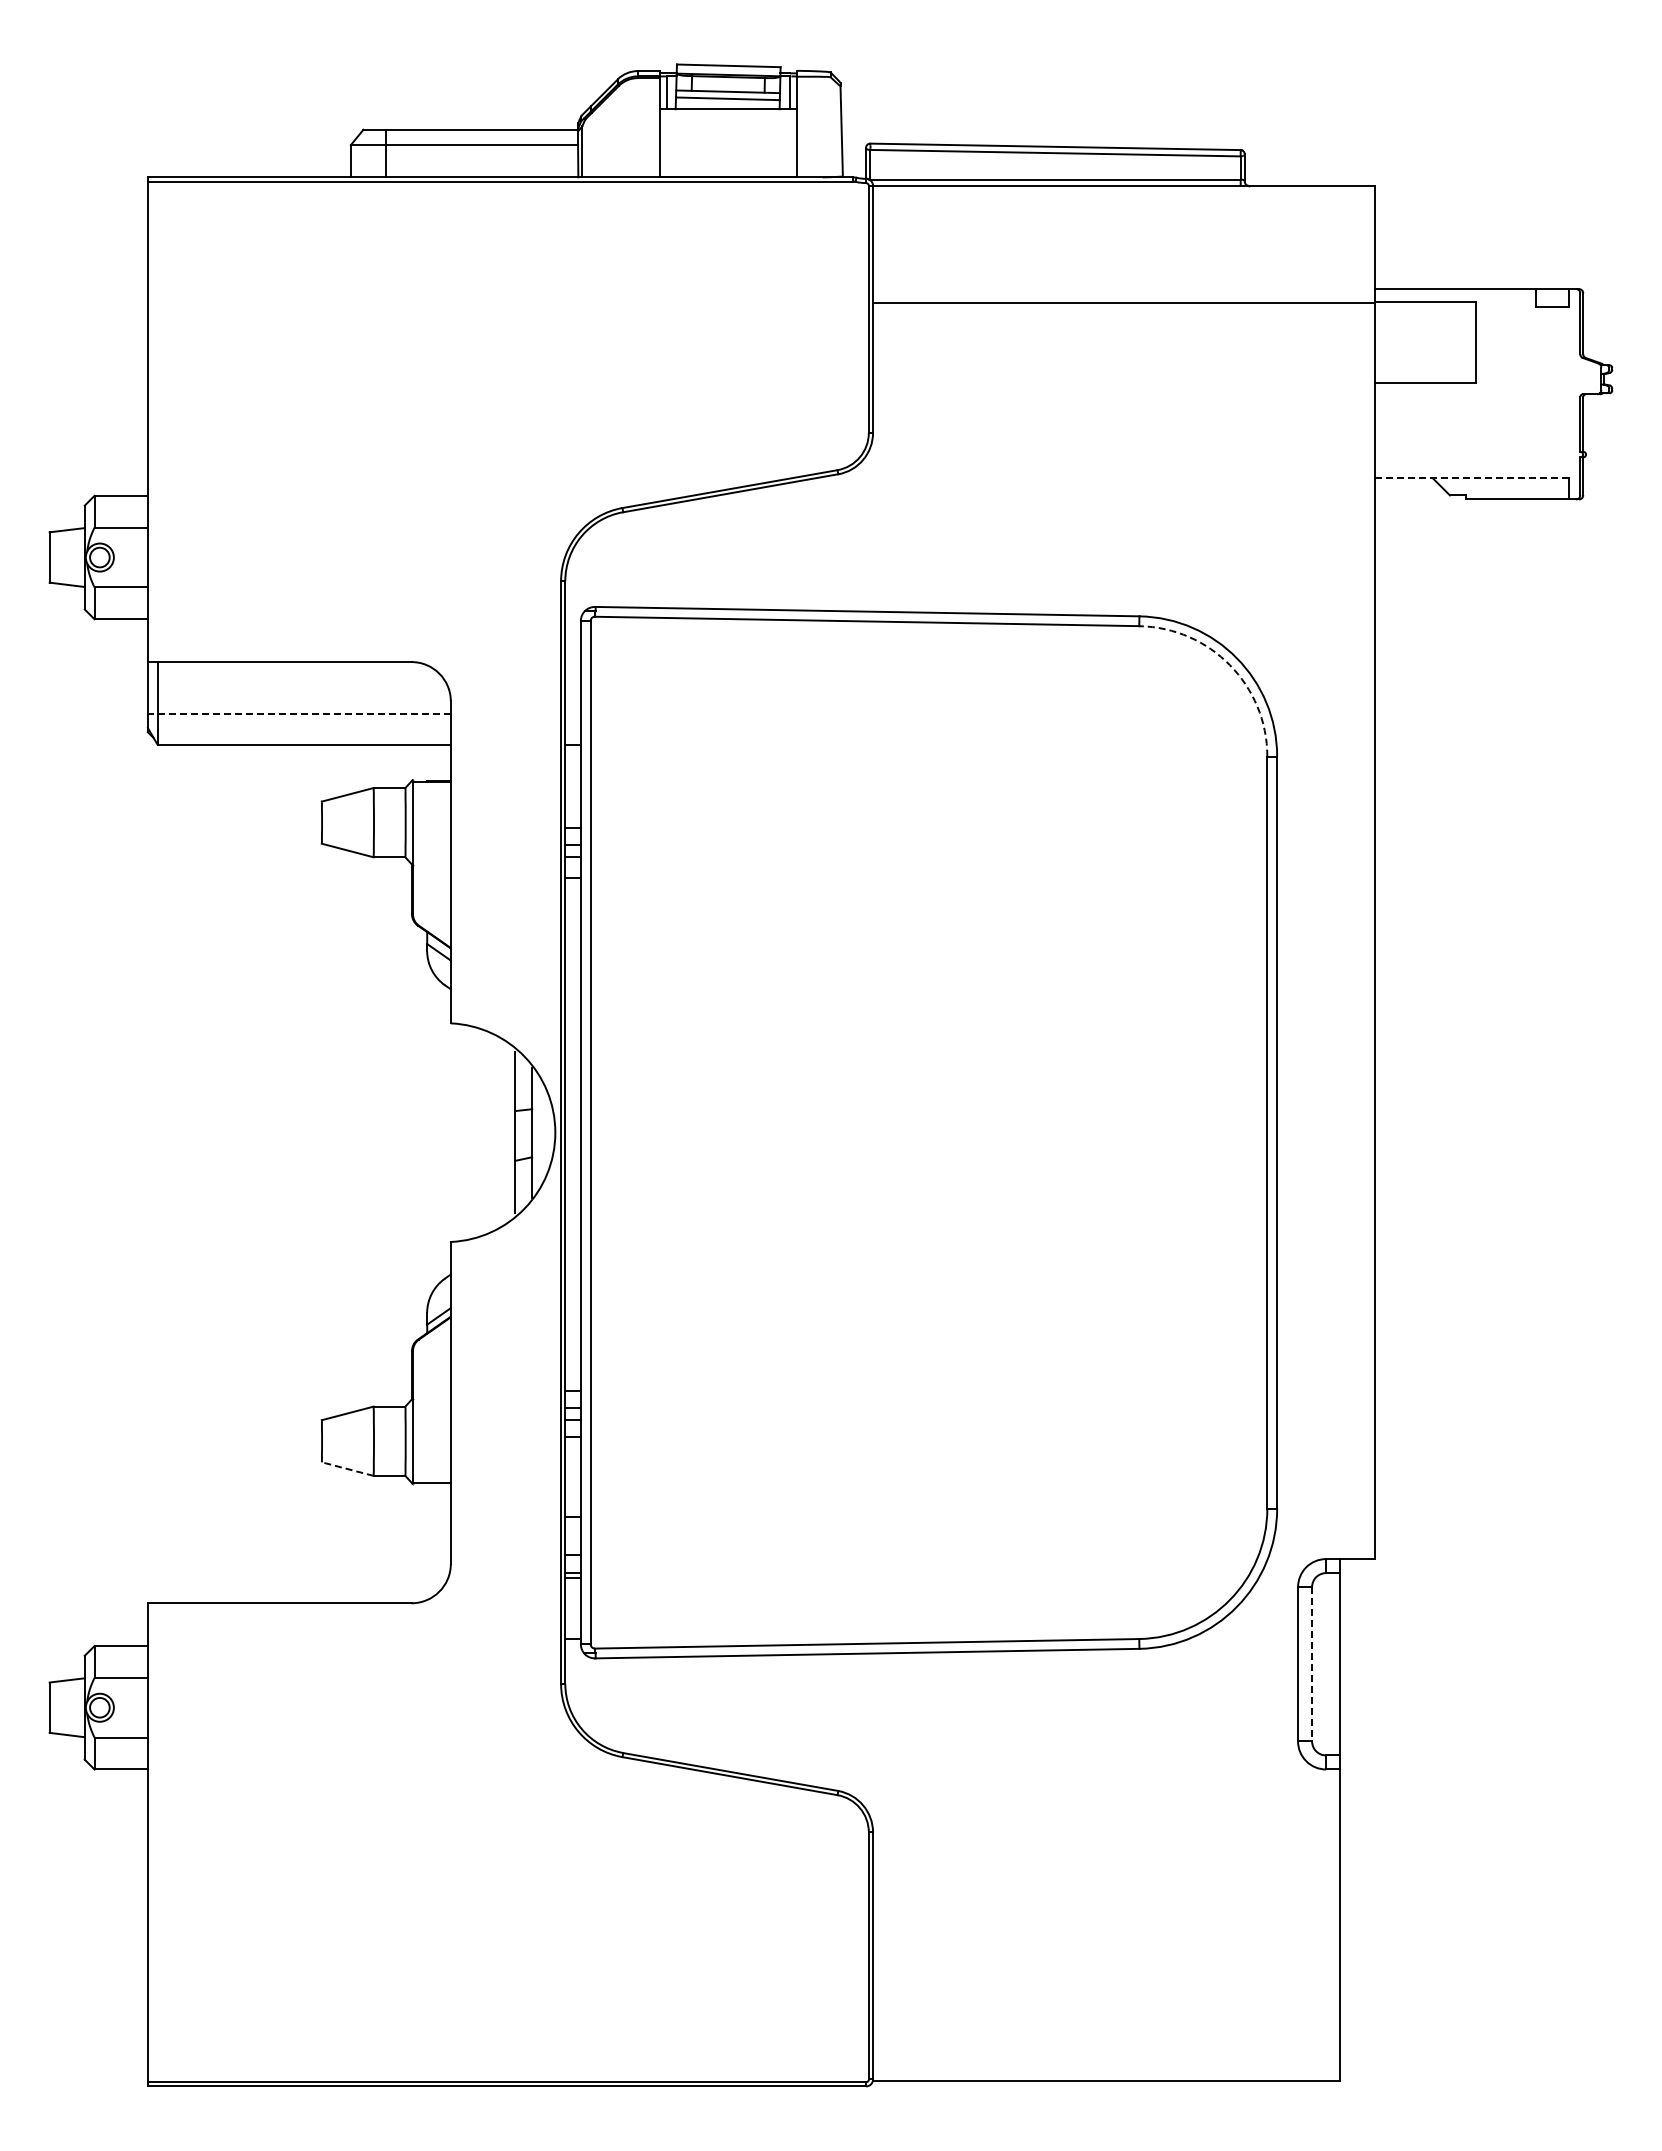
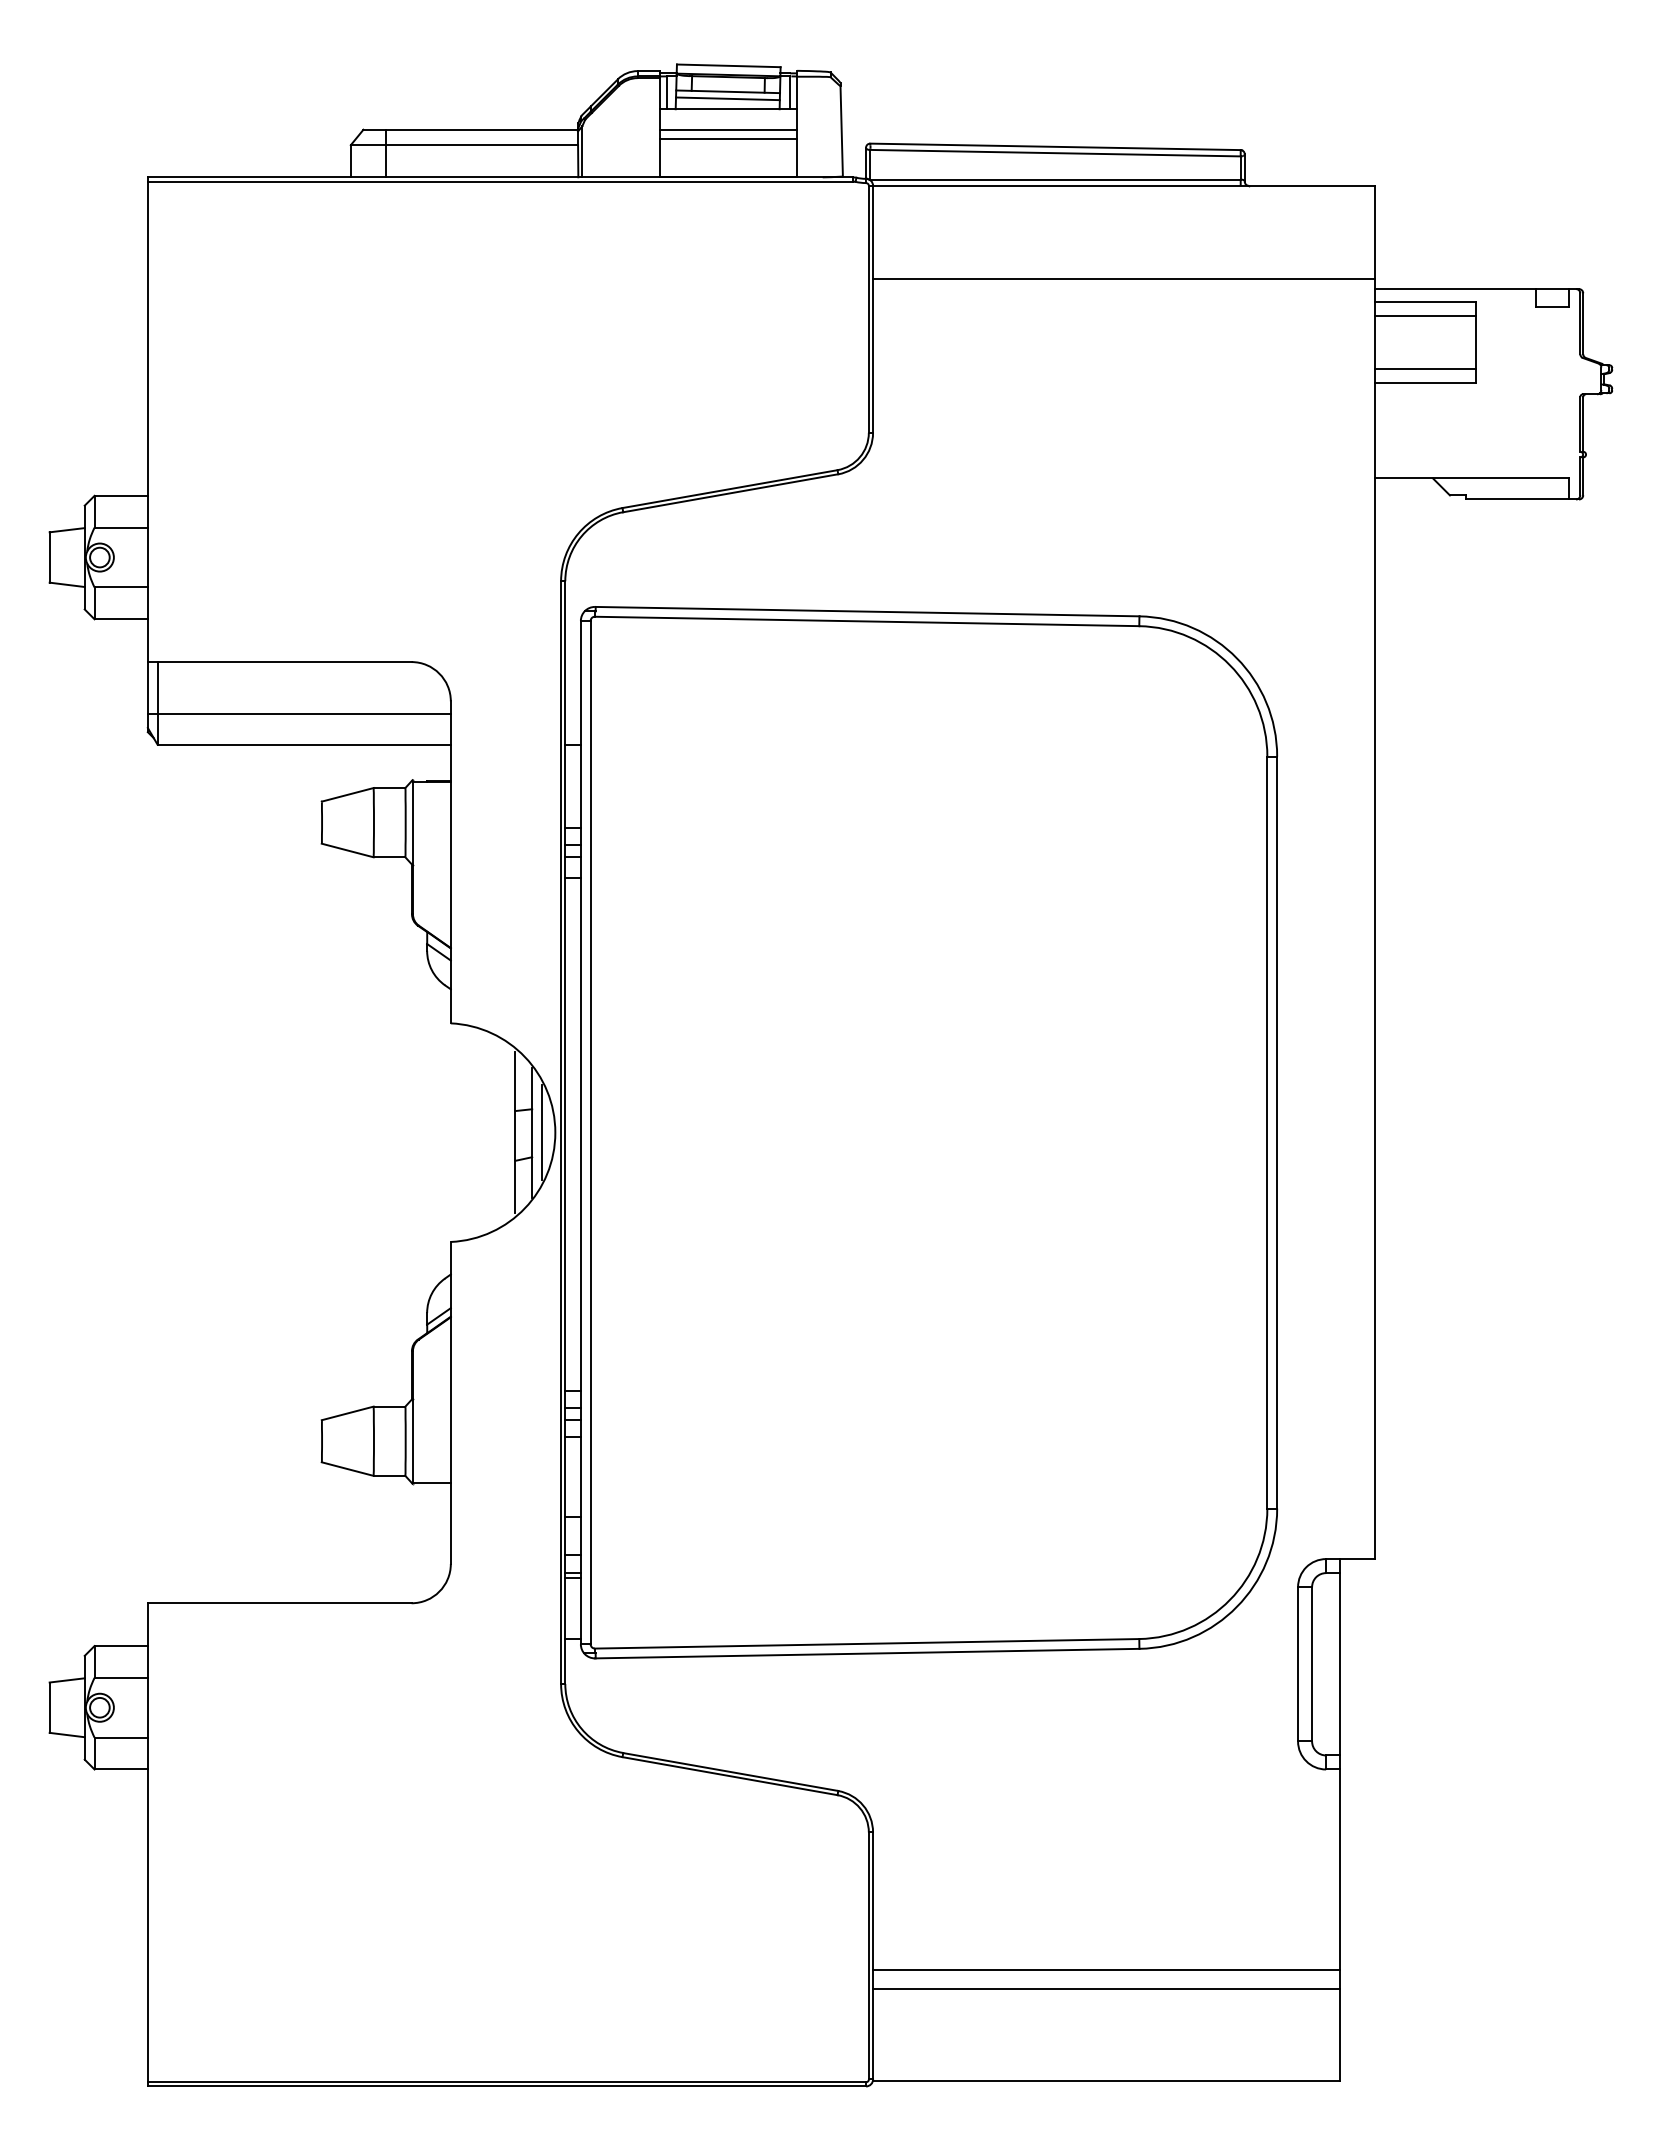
line at (728, 129): none -> present
line at (728, 139): none -> present
line at (1124, 303) position: (1124, 303) -> (1124, 279)
line at (1425, 315): none -> present
line at (1425, 369): none -> present
line at (1472, 478): dashed -> solid
arc at (1229, 665): dashed -> solid
line at (298, 713): dashed -> solid
line at (542, 1132): none -> present
line at (347, 1469): dashed -> solid
line at (1312, 1664): dashed -> solid
line at (1106, 1970): none -> present
line at (1106, 1989): none -> present
